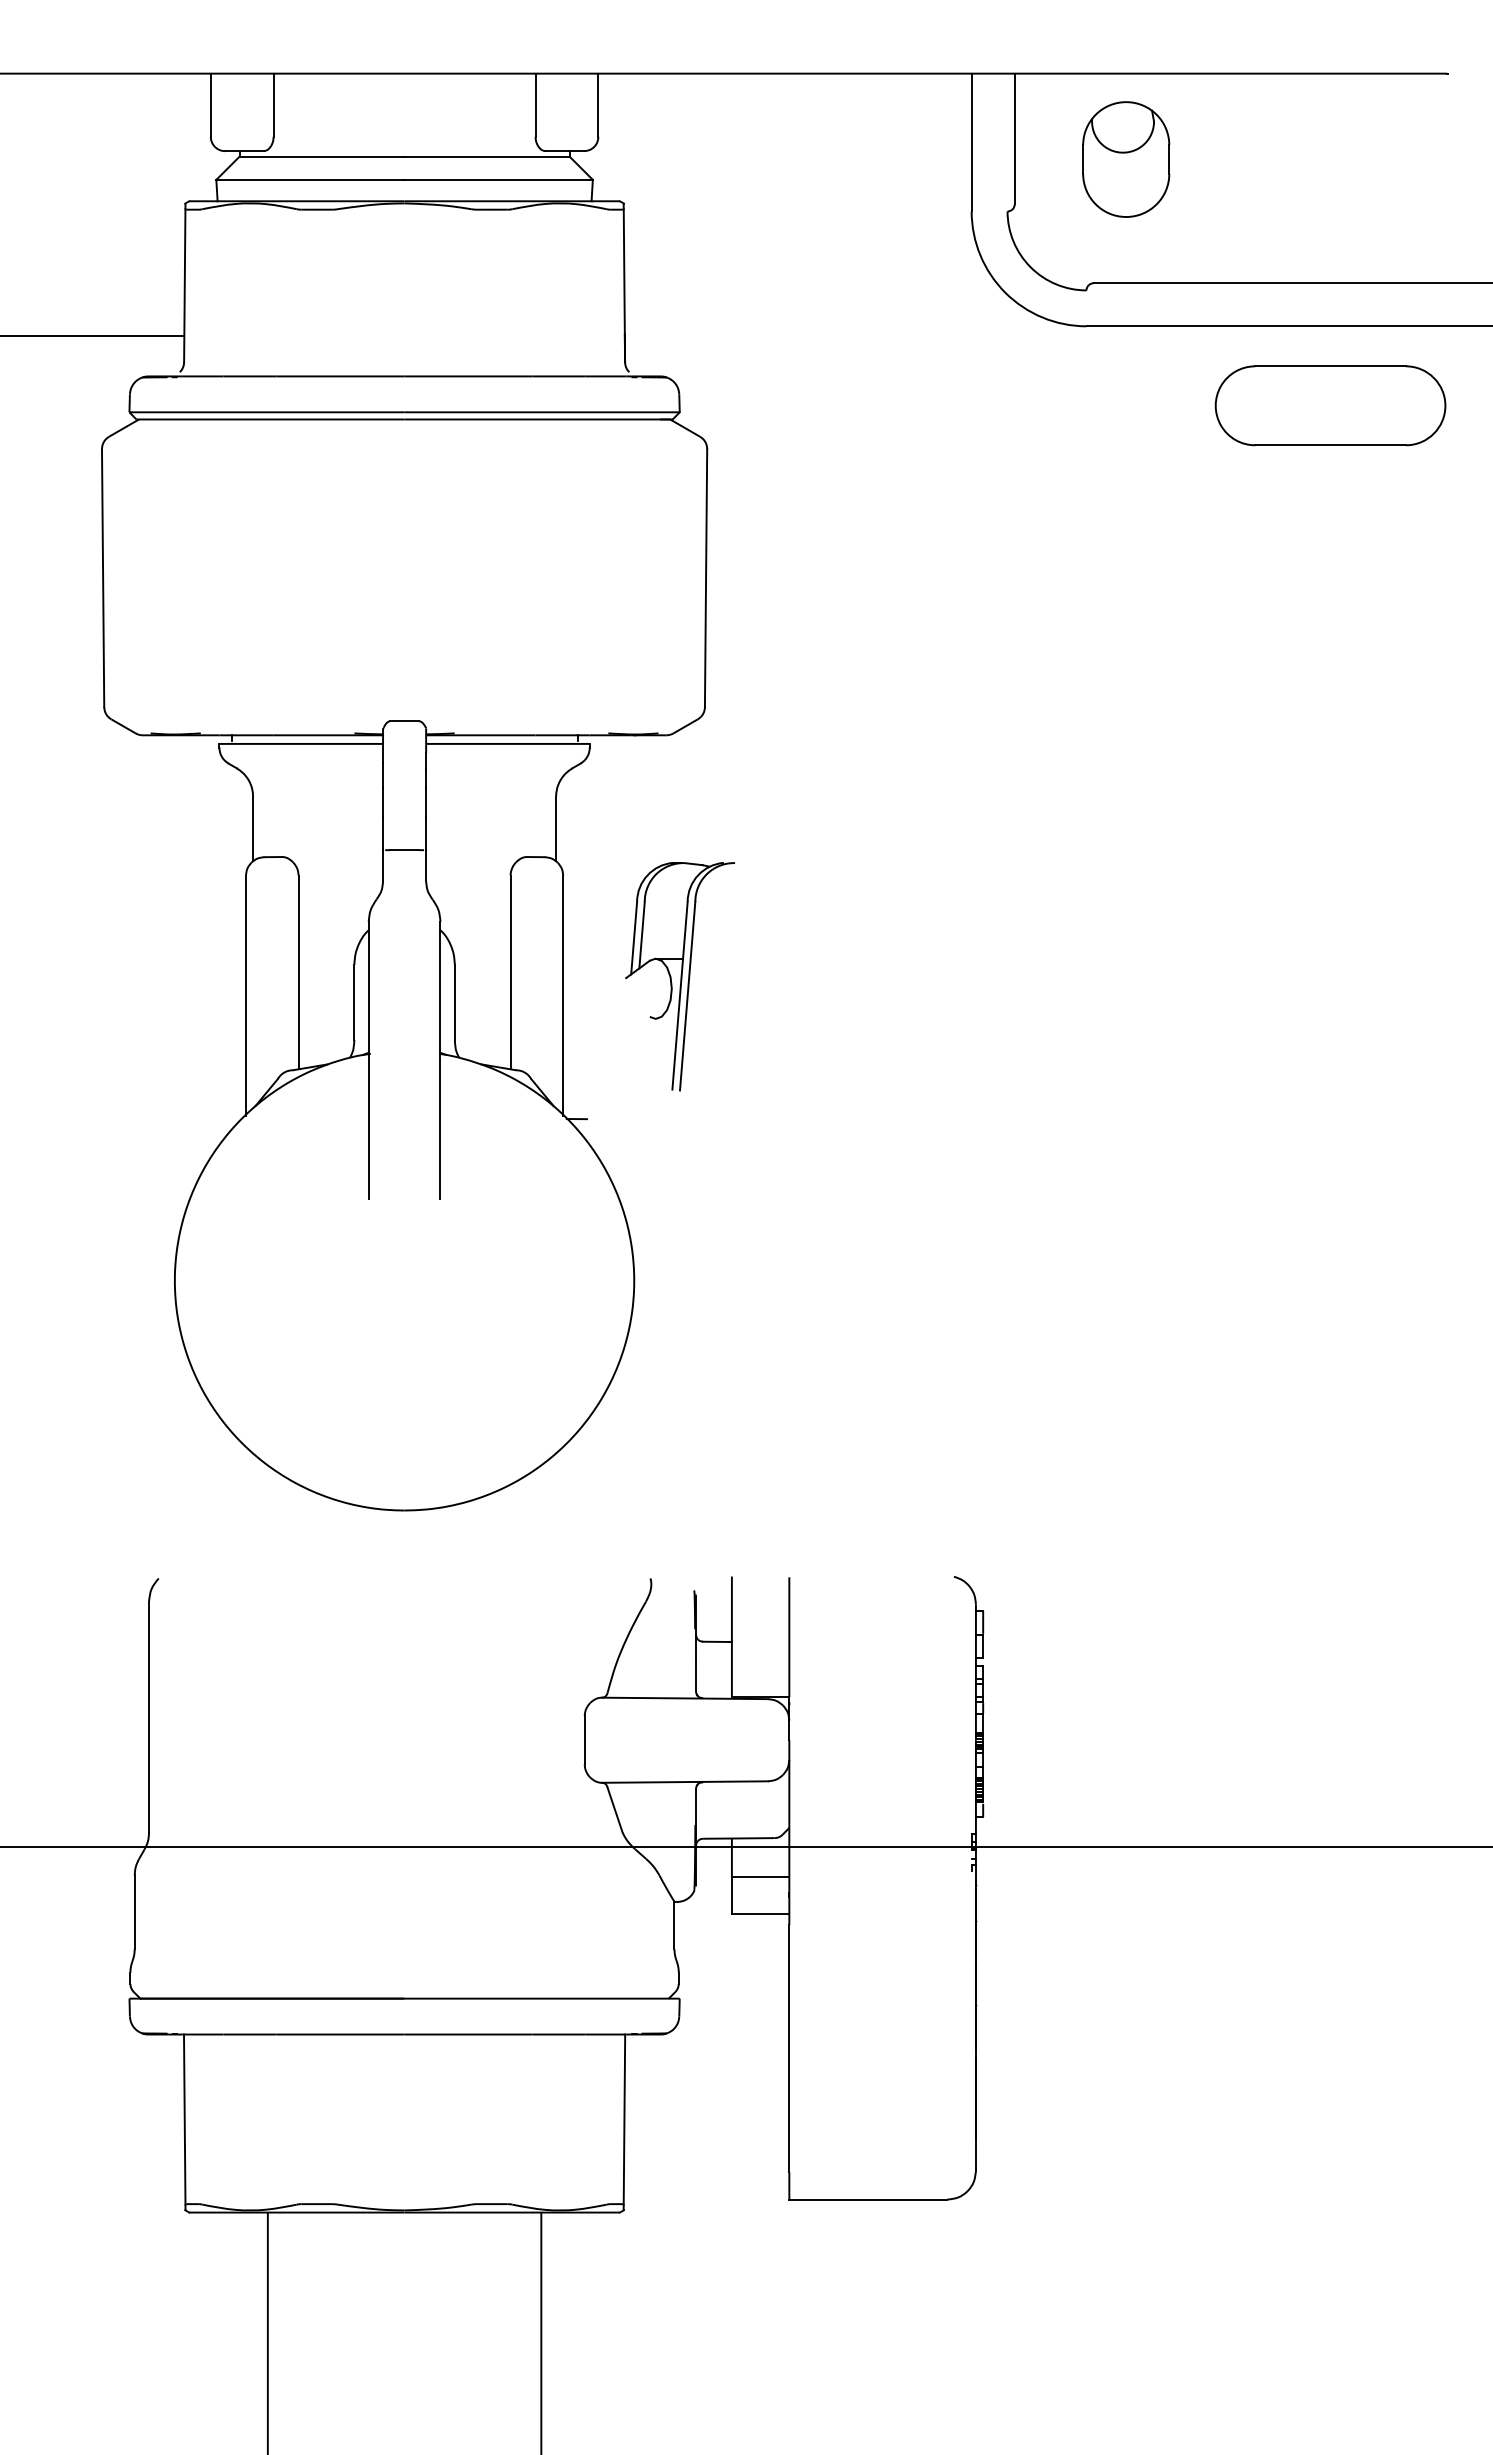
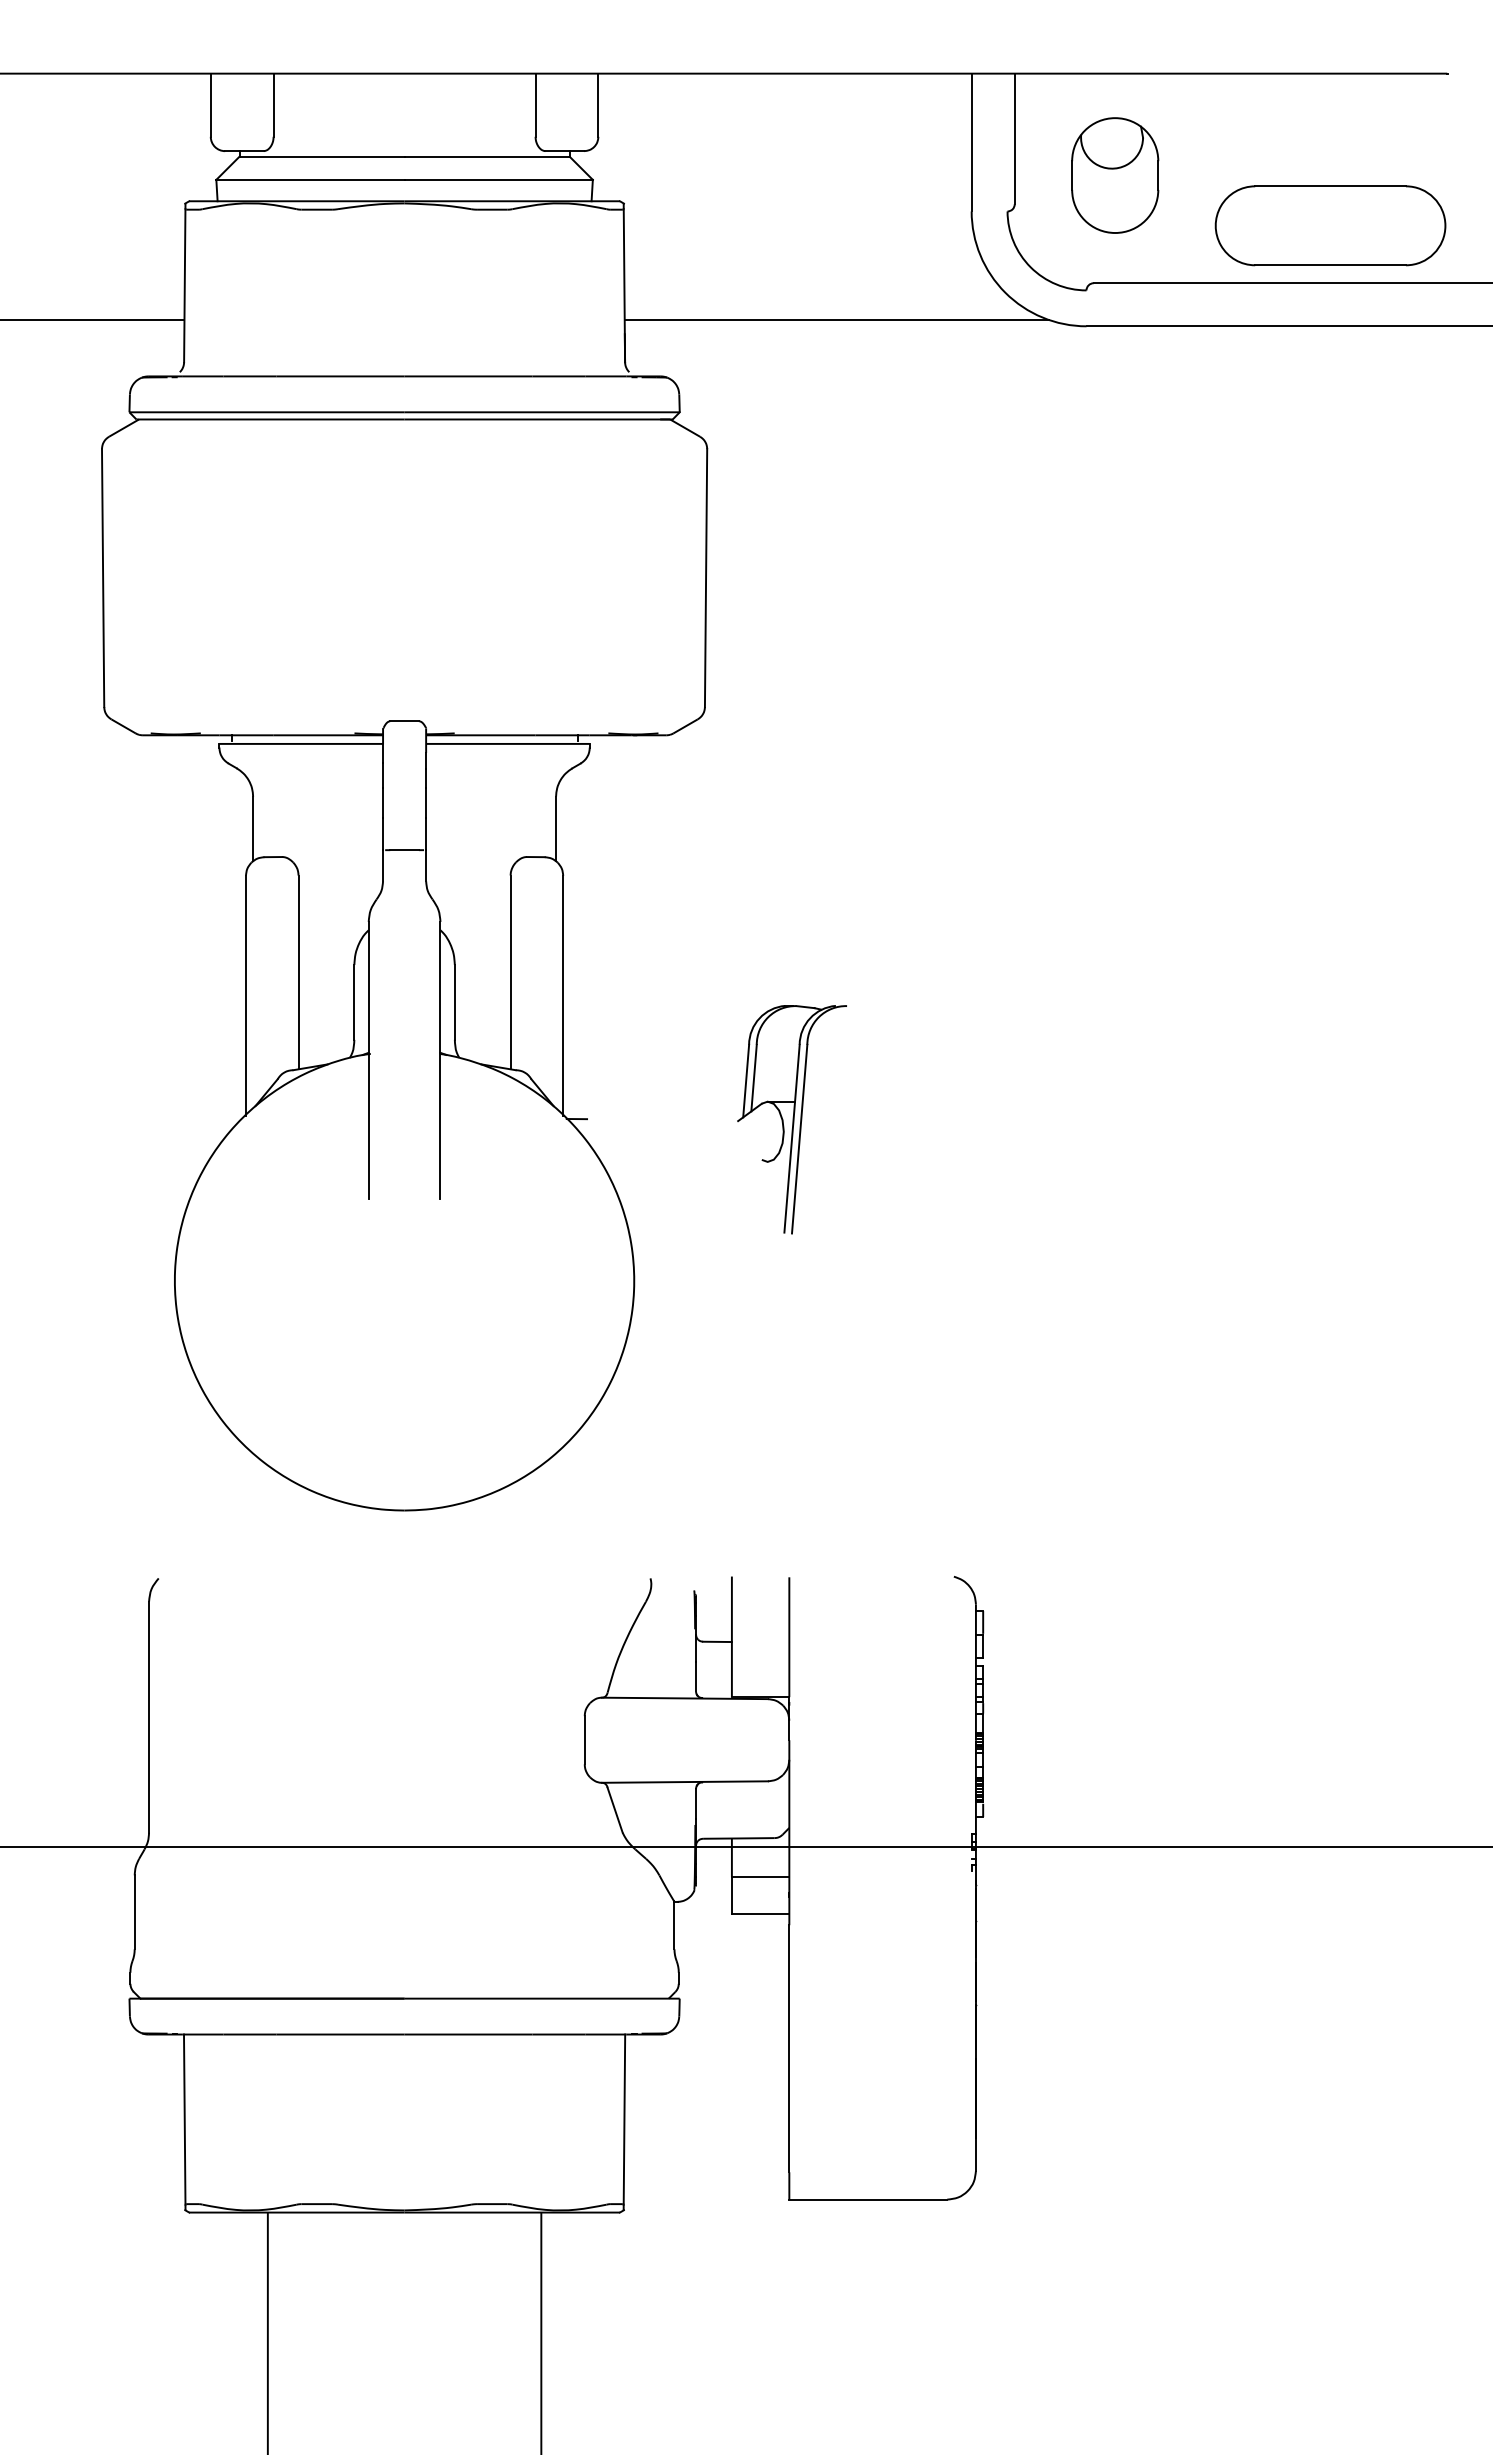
part at (1126, 159) position: (1126, 159) -> (1115, 175)
line at (836, 320): none -> present
line at (93, 336) position: (93, 336) -> (93, 320)
part at (1330, 405) position: (1330, 405) -> (1330, 225)
part at (679, 976) position: (679, 976) -> (791, 1119)
